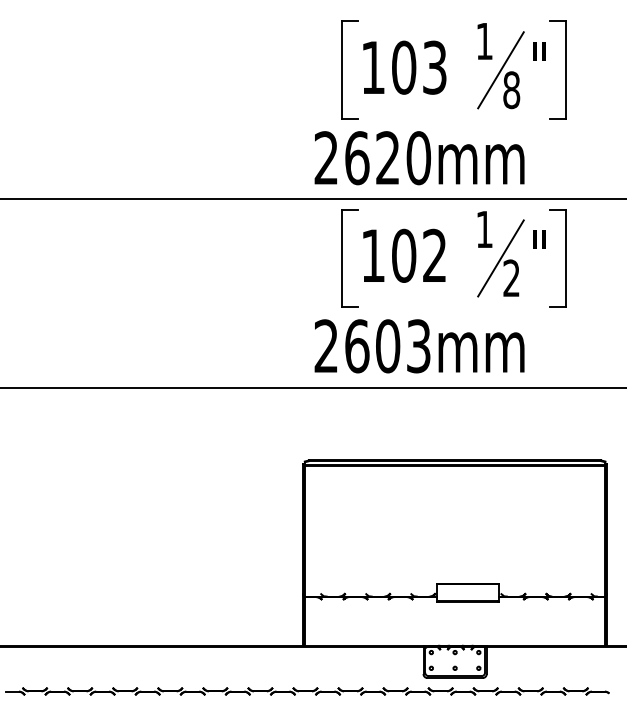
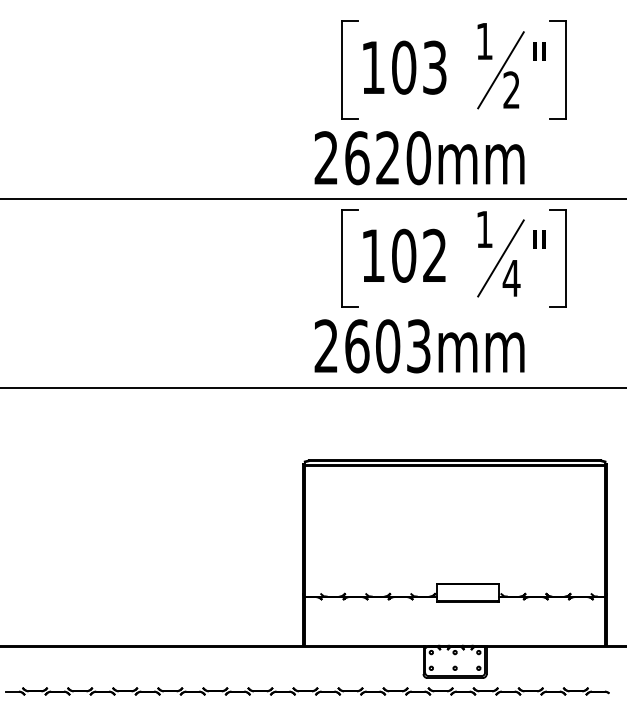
text at (511, 90): 8 -> 2
text at (511, 277): 2 -> 4
